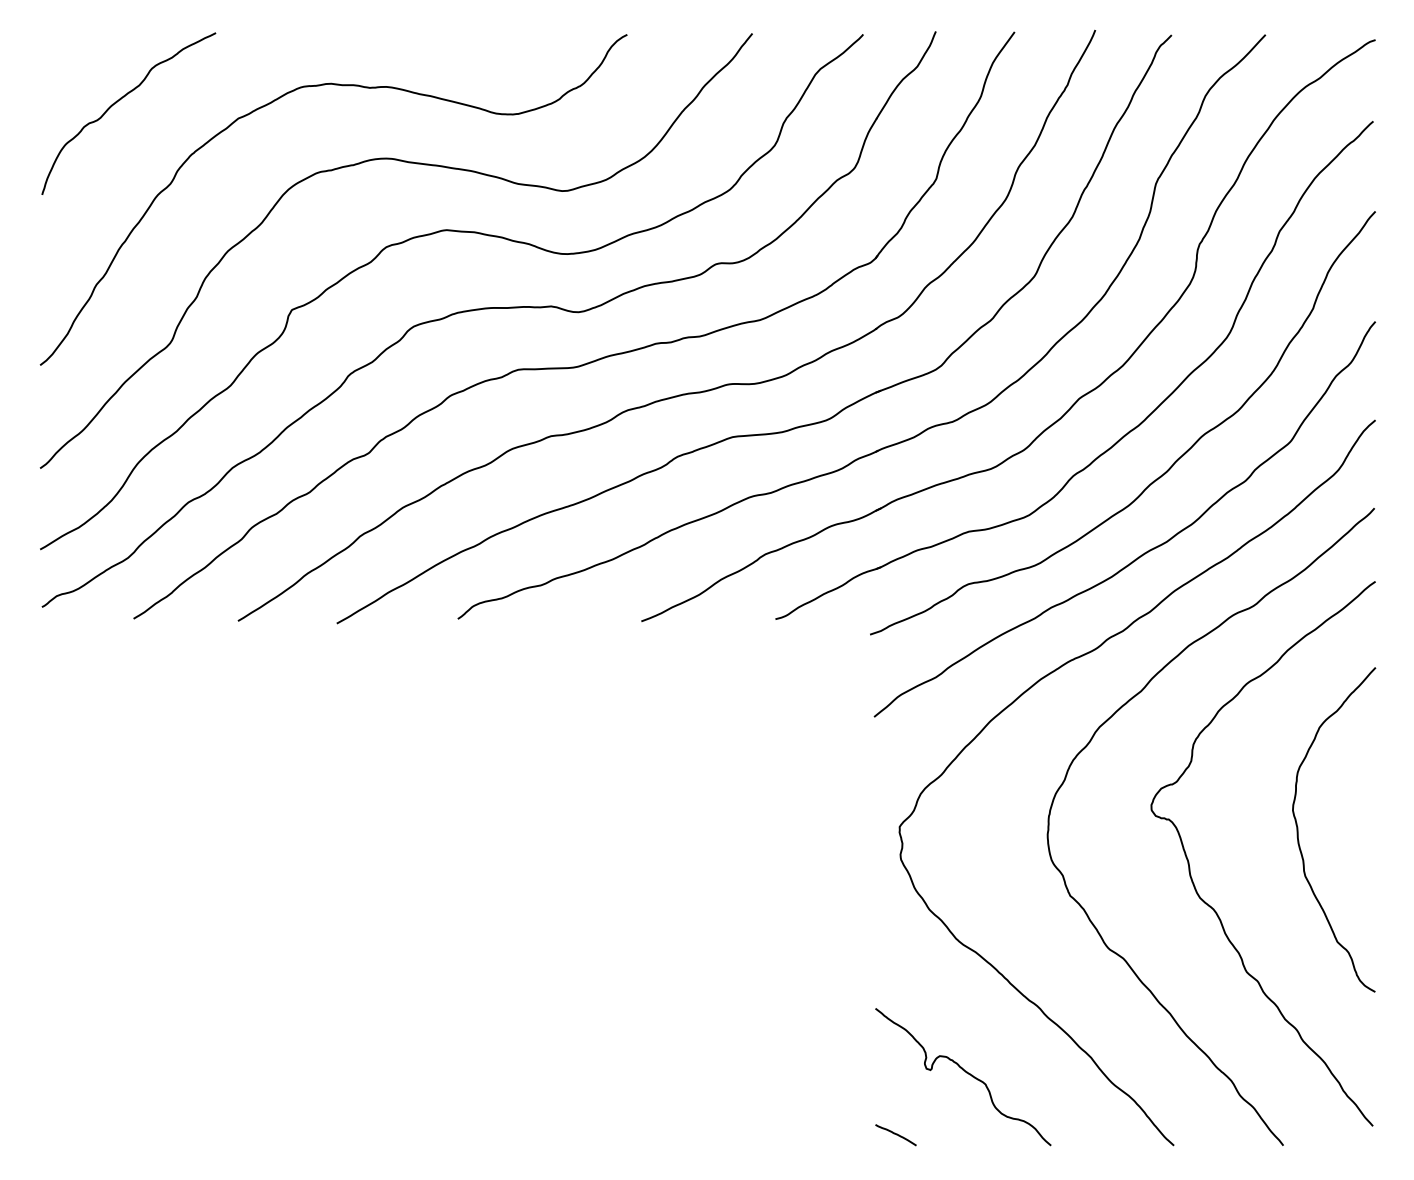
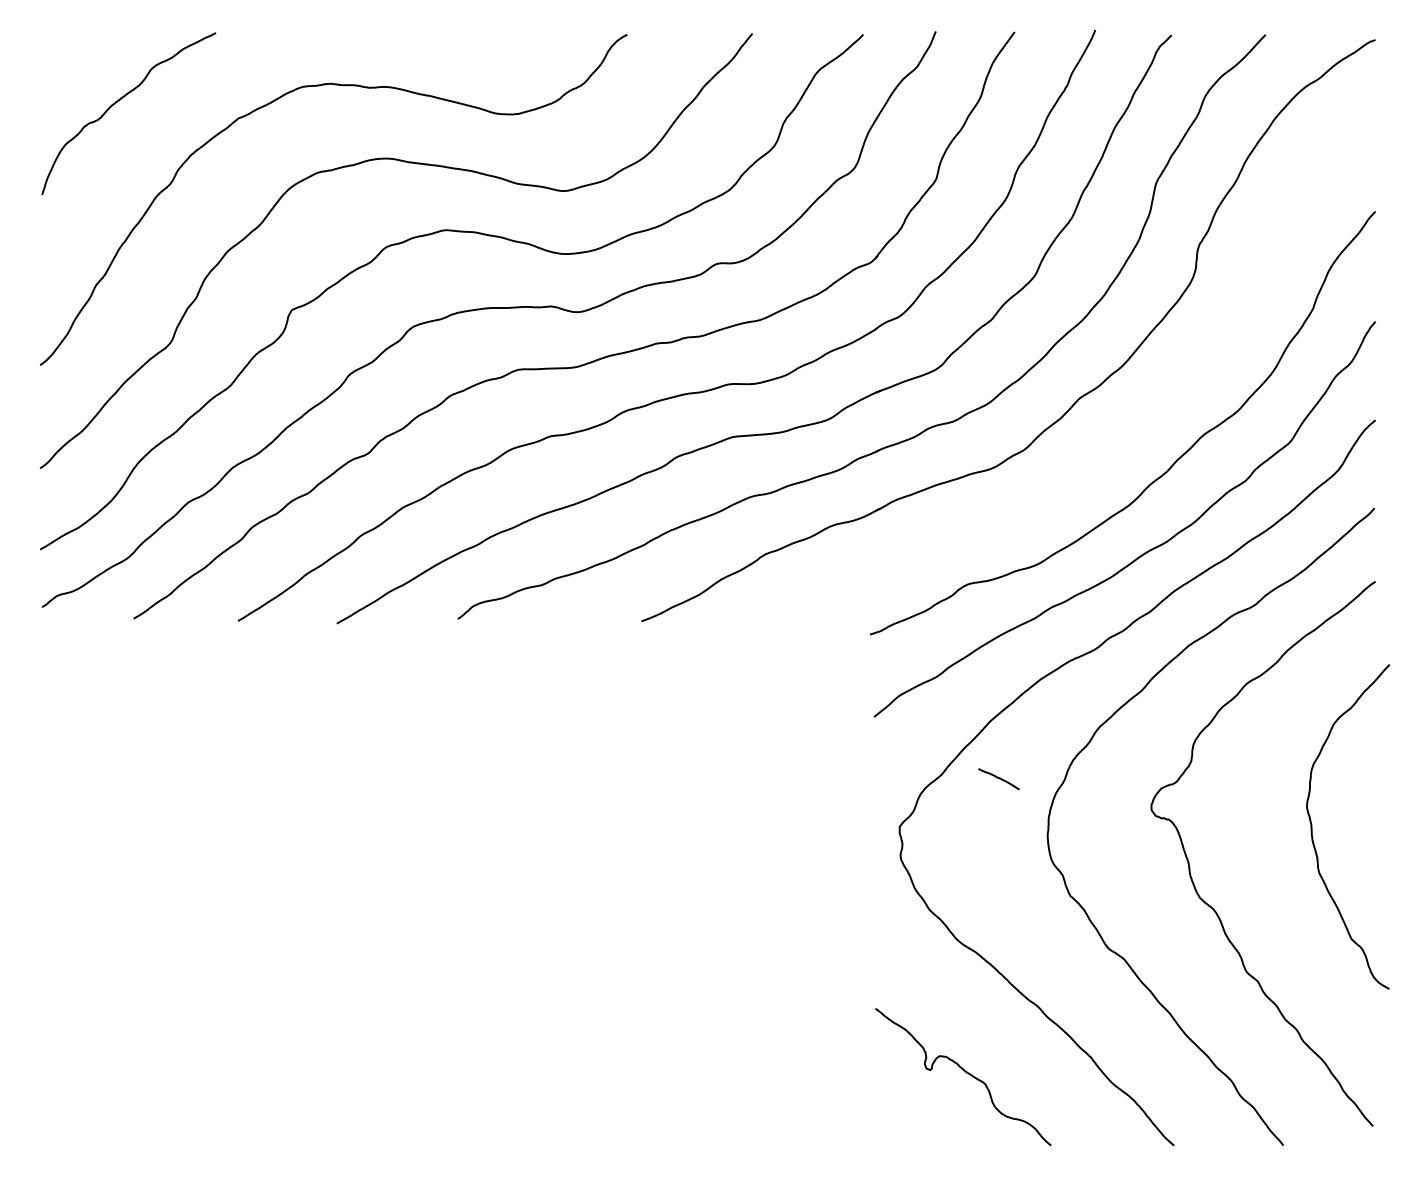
part at (1124, 434): present -> none
curve at (1298, 829) position: (1298, 829) -> (1312, 826)
curve at (895, 1134) position: (895, 1134) -> (998, 778)
